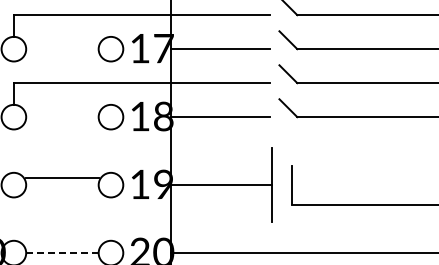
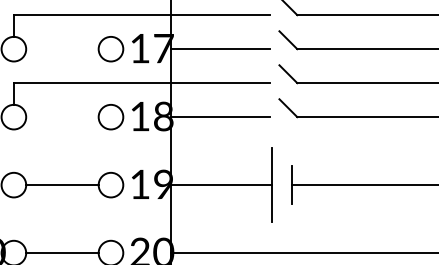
line at (62, 178) position: (62, 178) -> (62, 185)
line at (363, 205) position: (363, 205) -> (363, 185)
line at (62, 253): dashed -> solid
